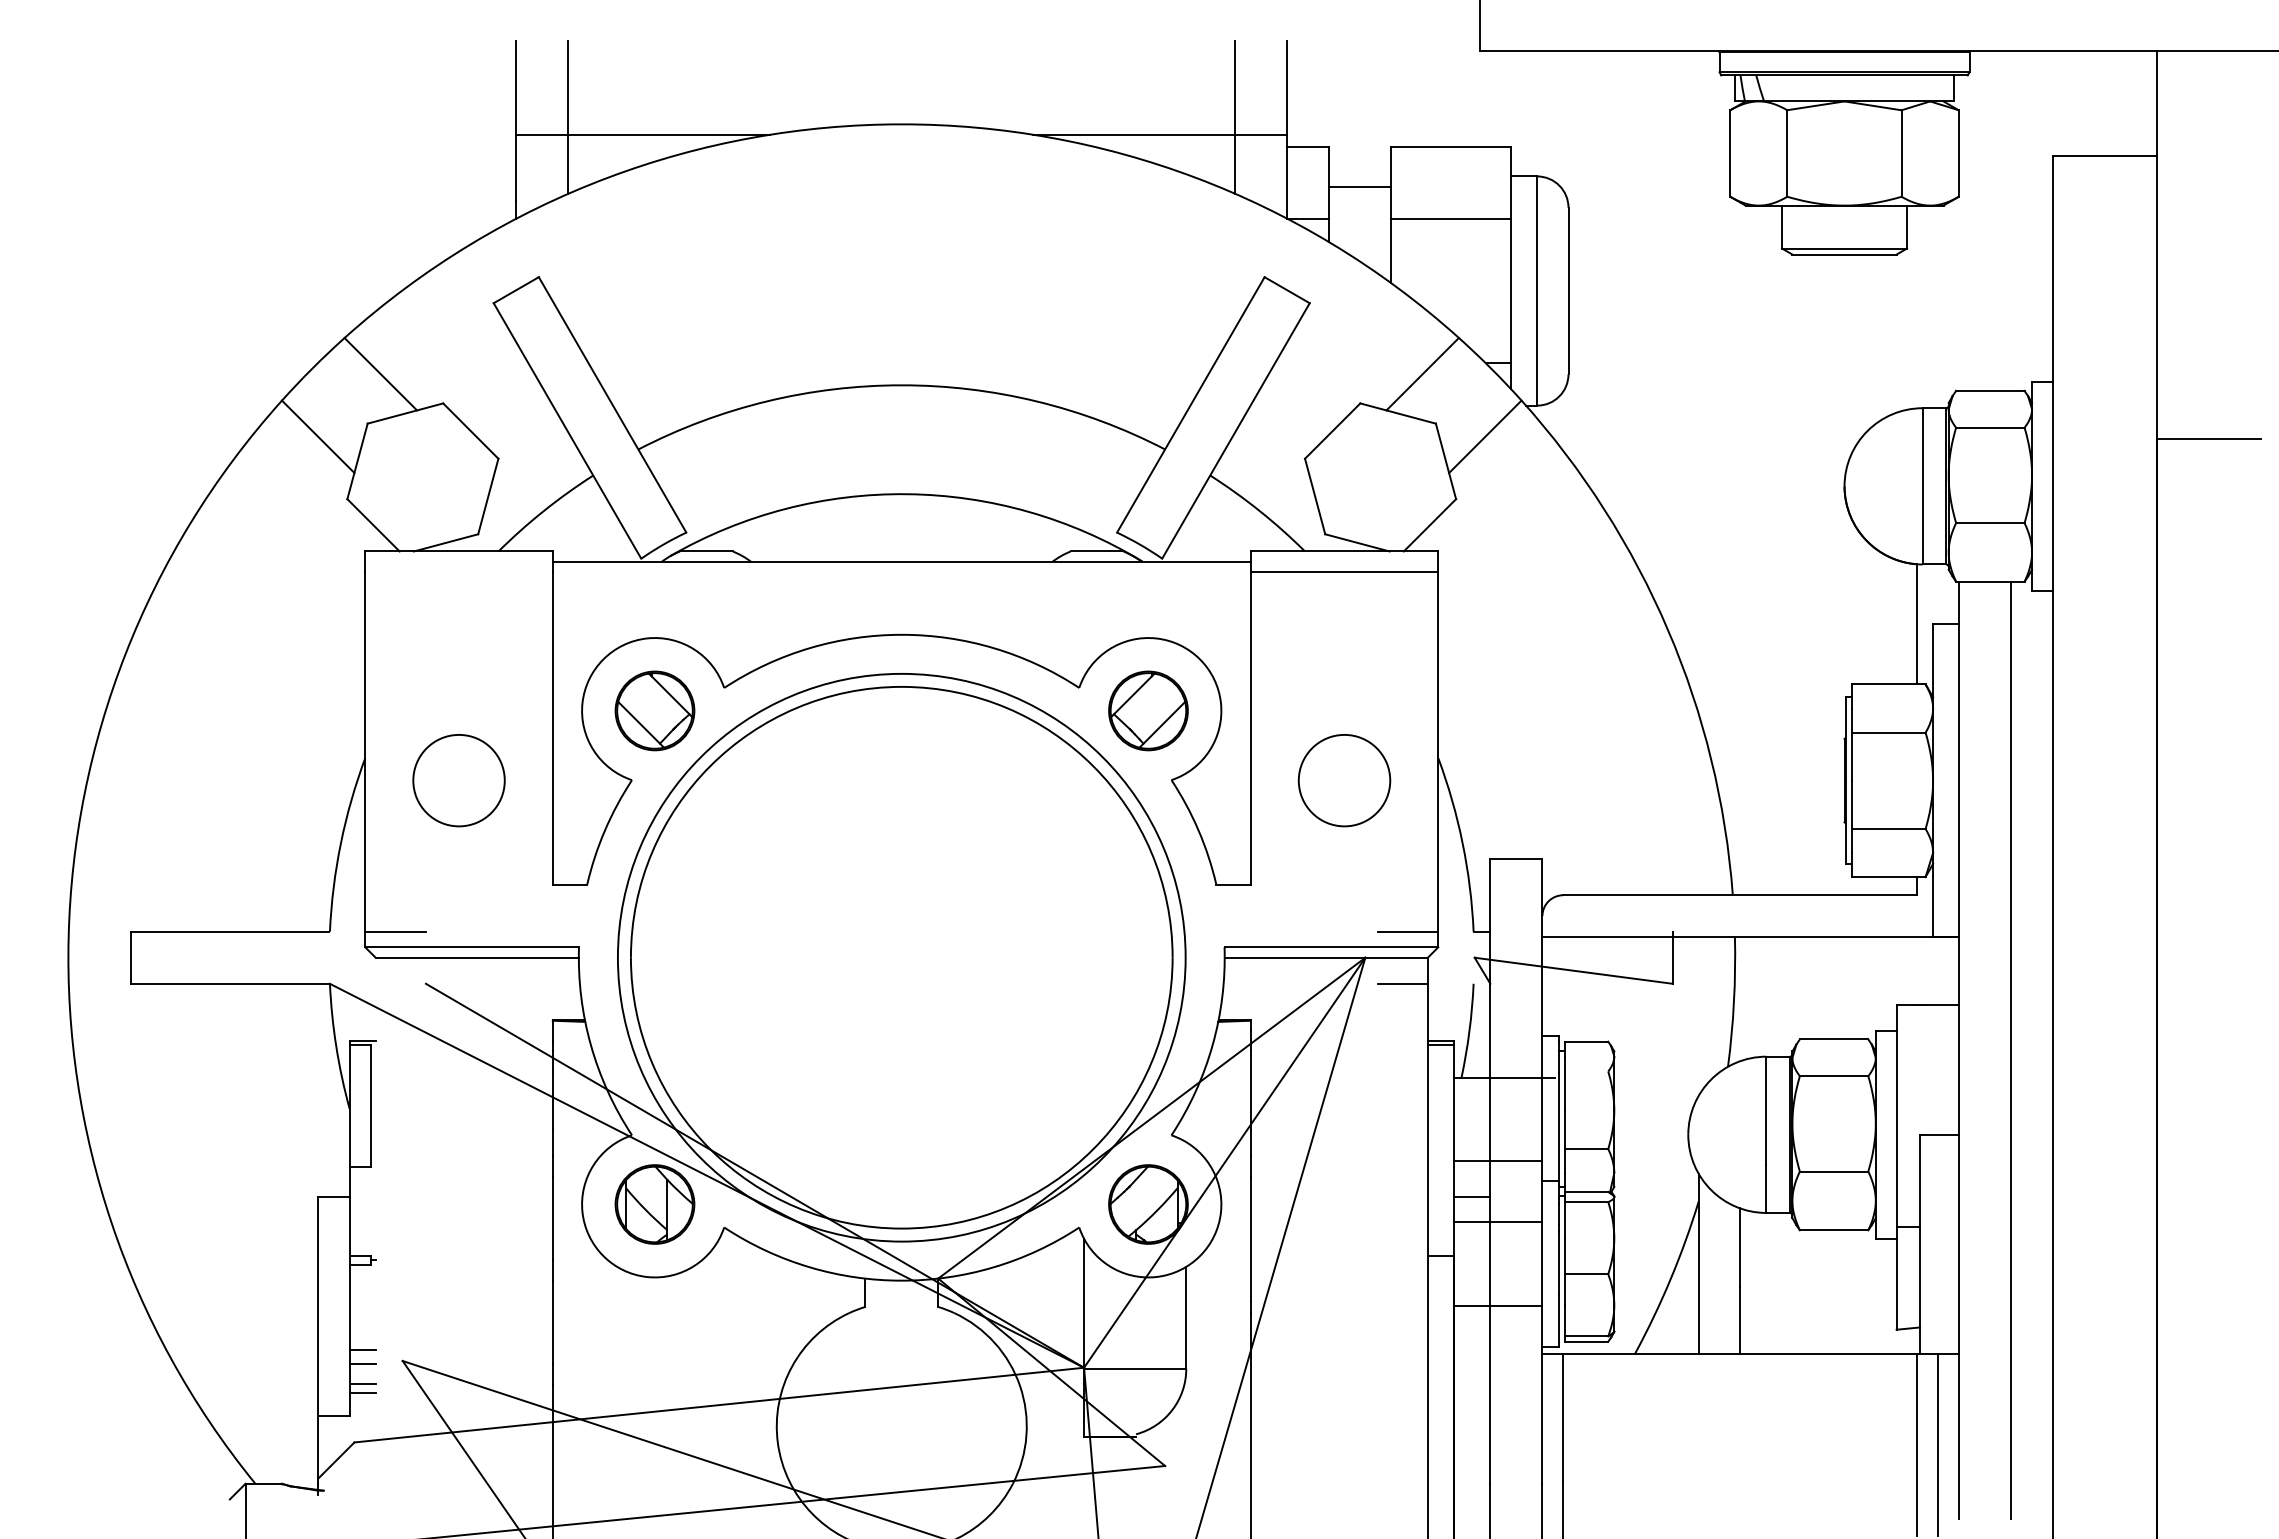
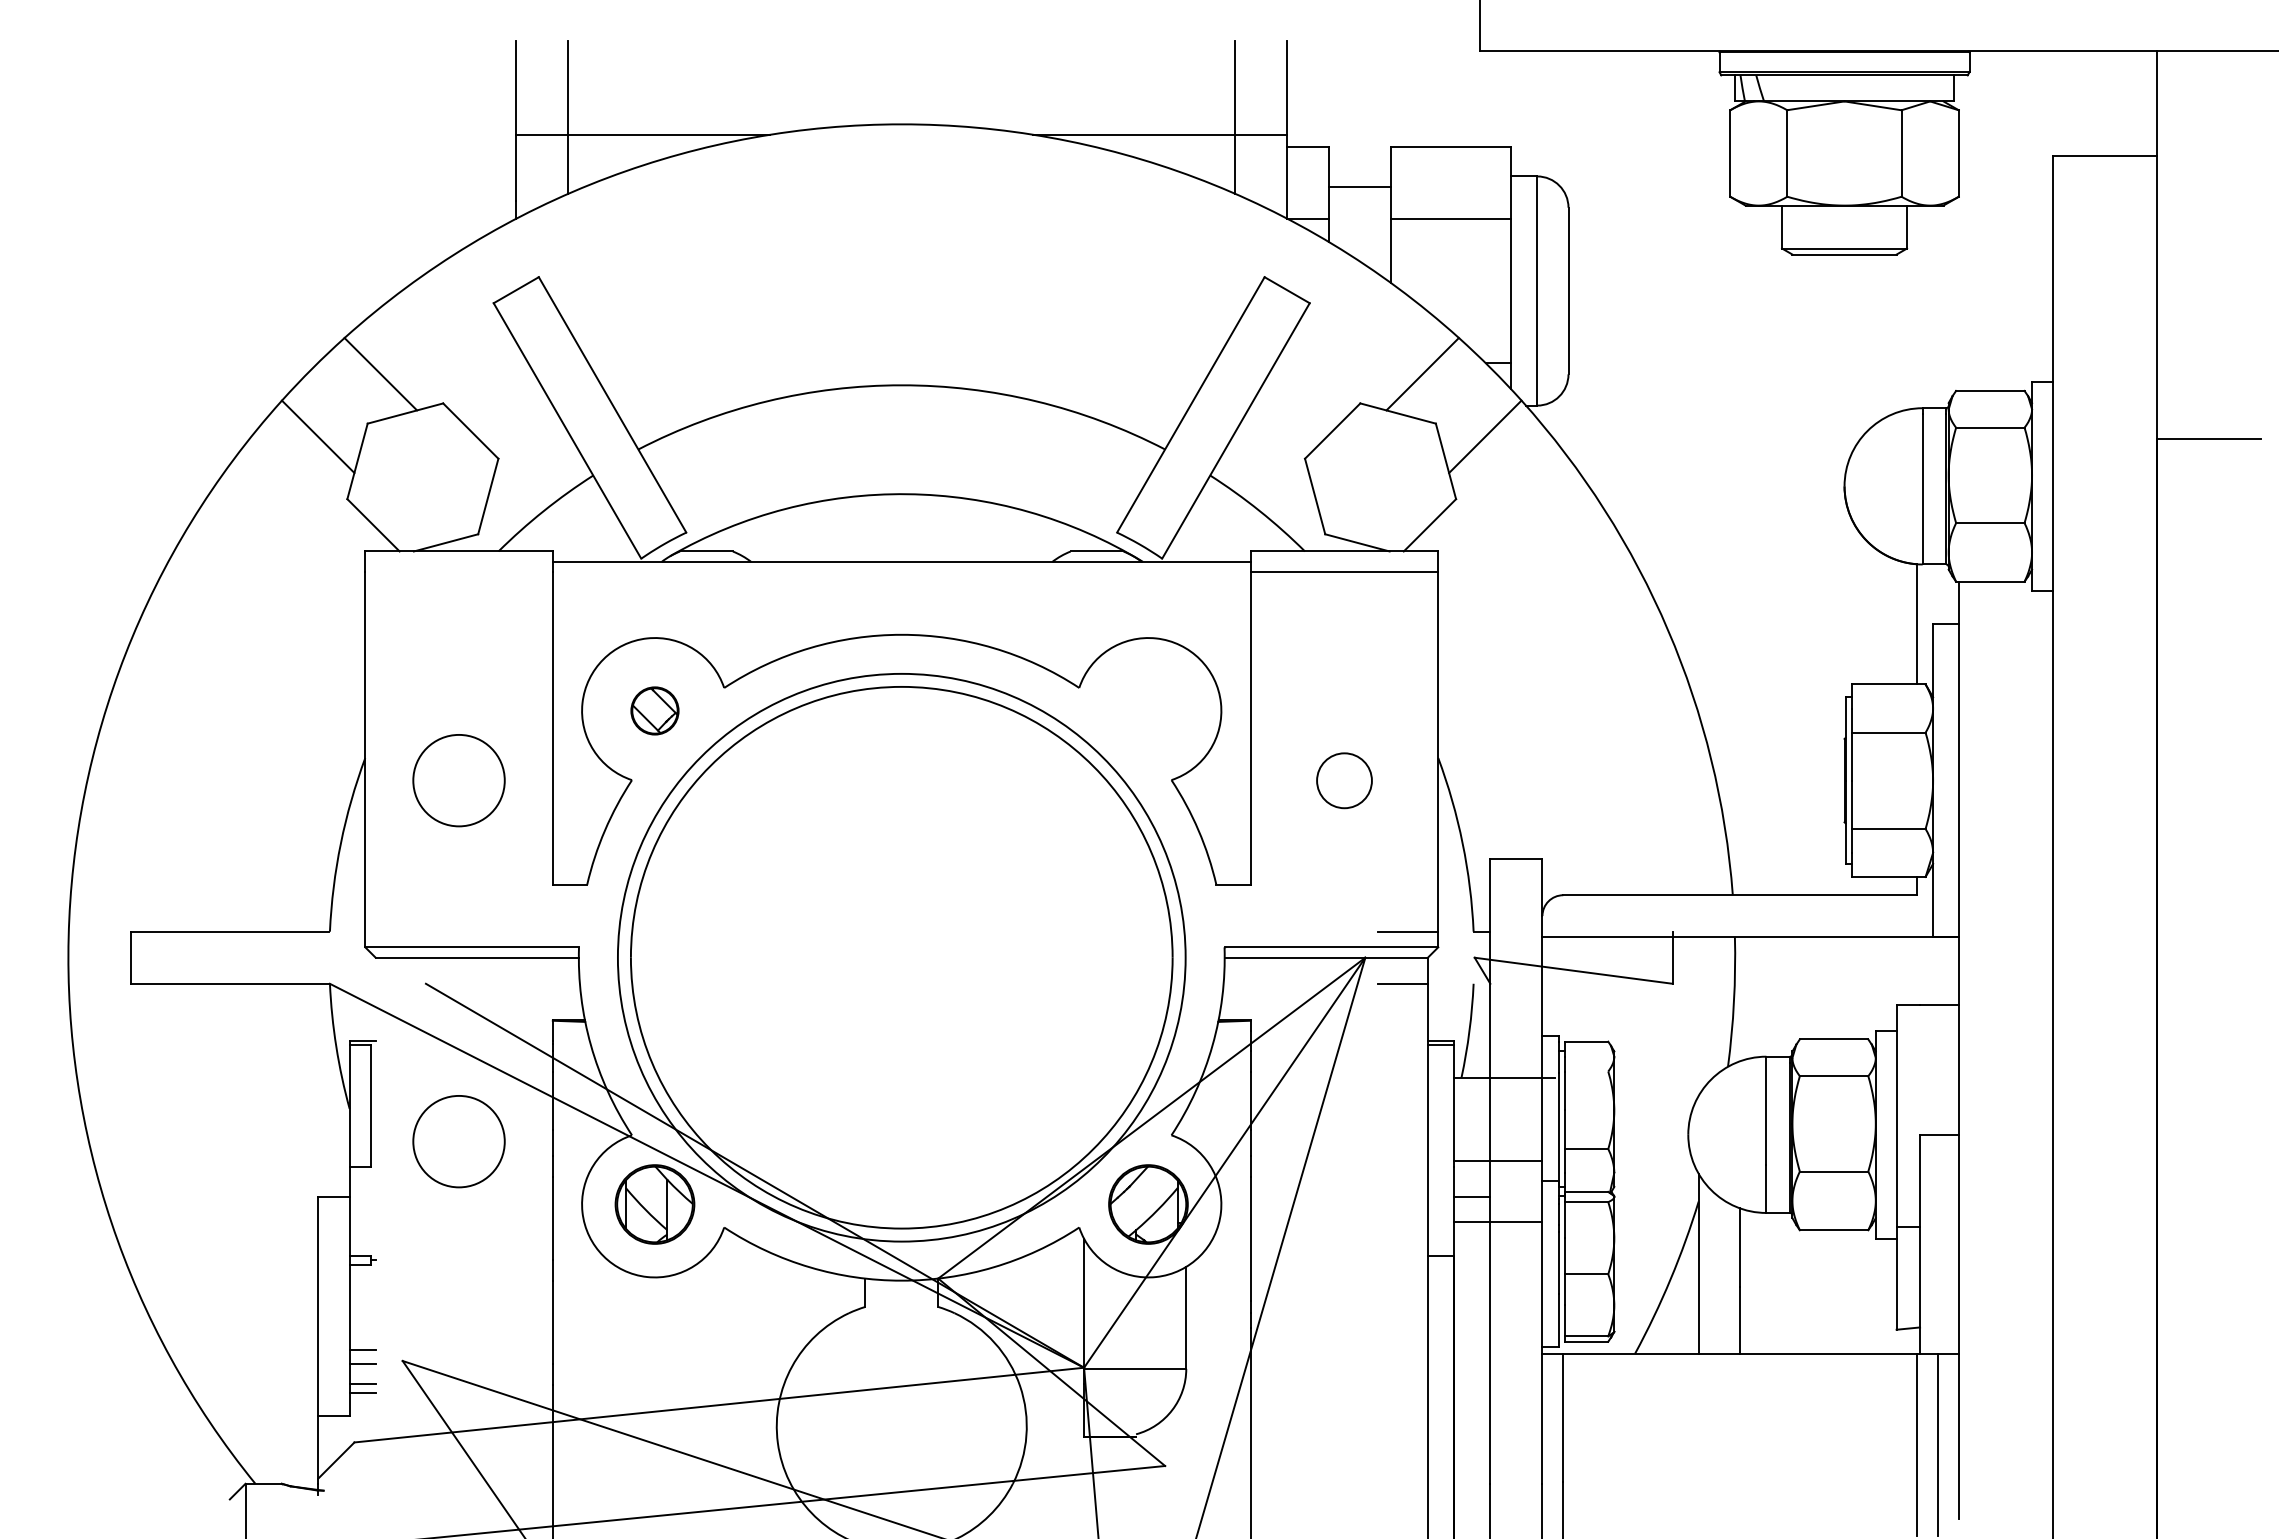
part at (654, 710) size: 82x82 px -> 50x50 px
part at (1148, 710): present -> none
circle at (1344, 780) size: 95x94 px -> 57x58 px
line at (395, 931): present -> none
line at (2011, 1049): present -> none
circle at (458, 1141): none -> present
line at (1497, 1305): present -> none
